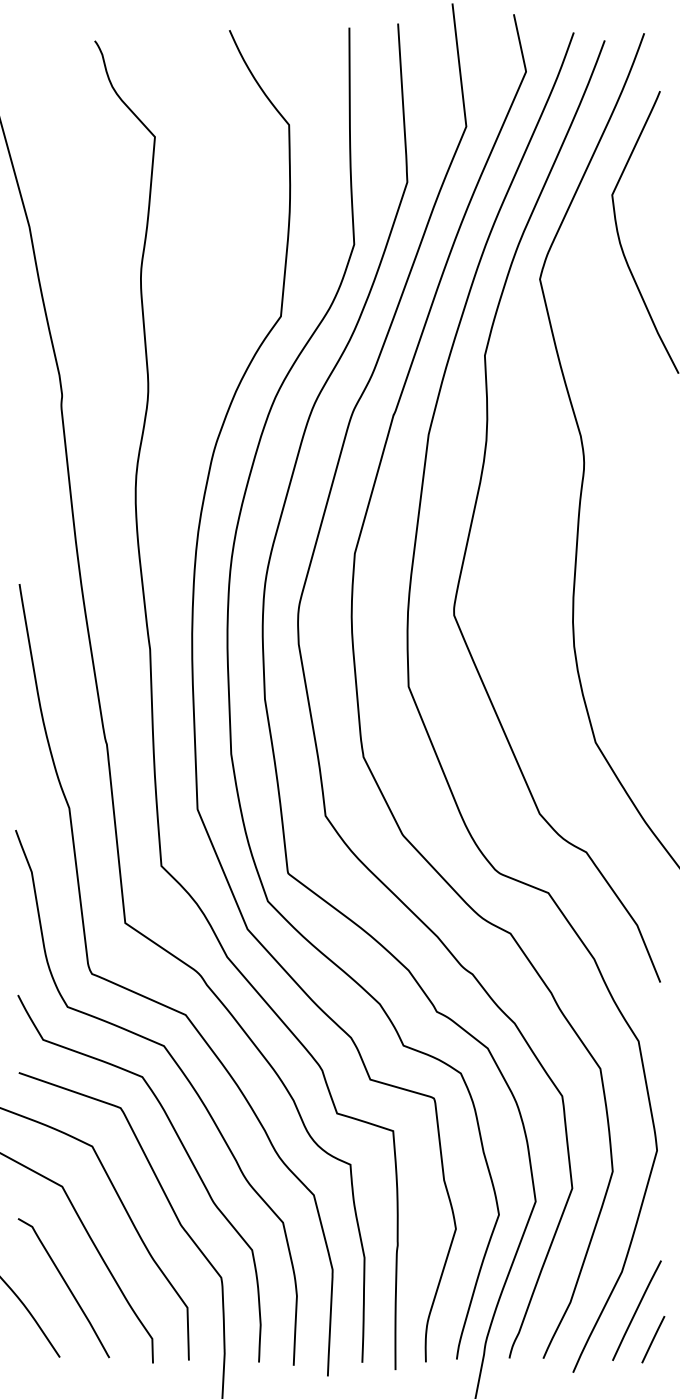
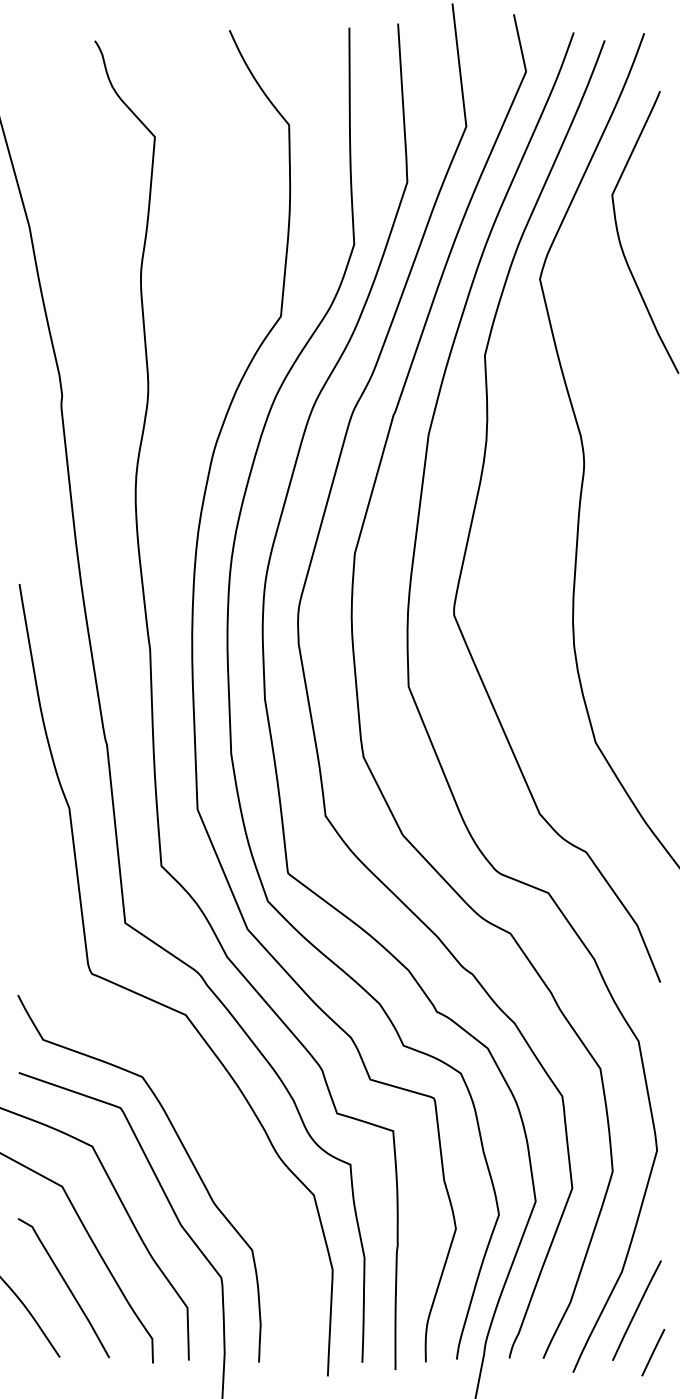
curve at (185, 1078): present -> none
line at (653, 1339) position: (653, 1339) -> (653, 1352)
